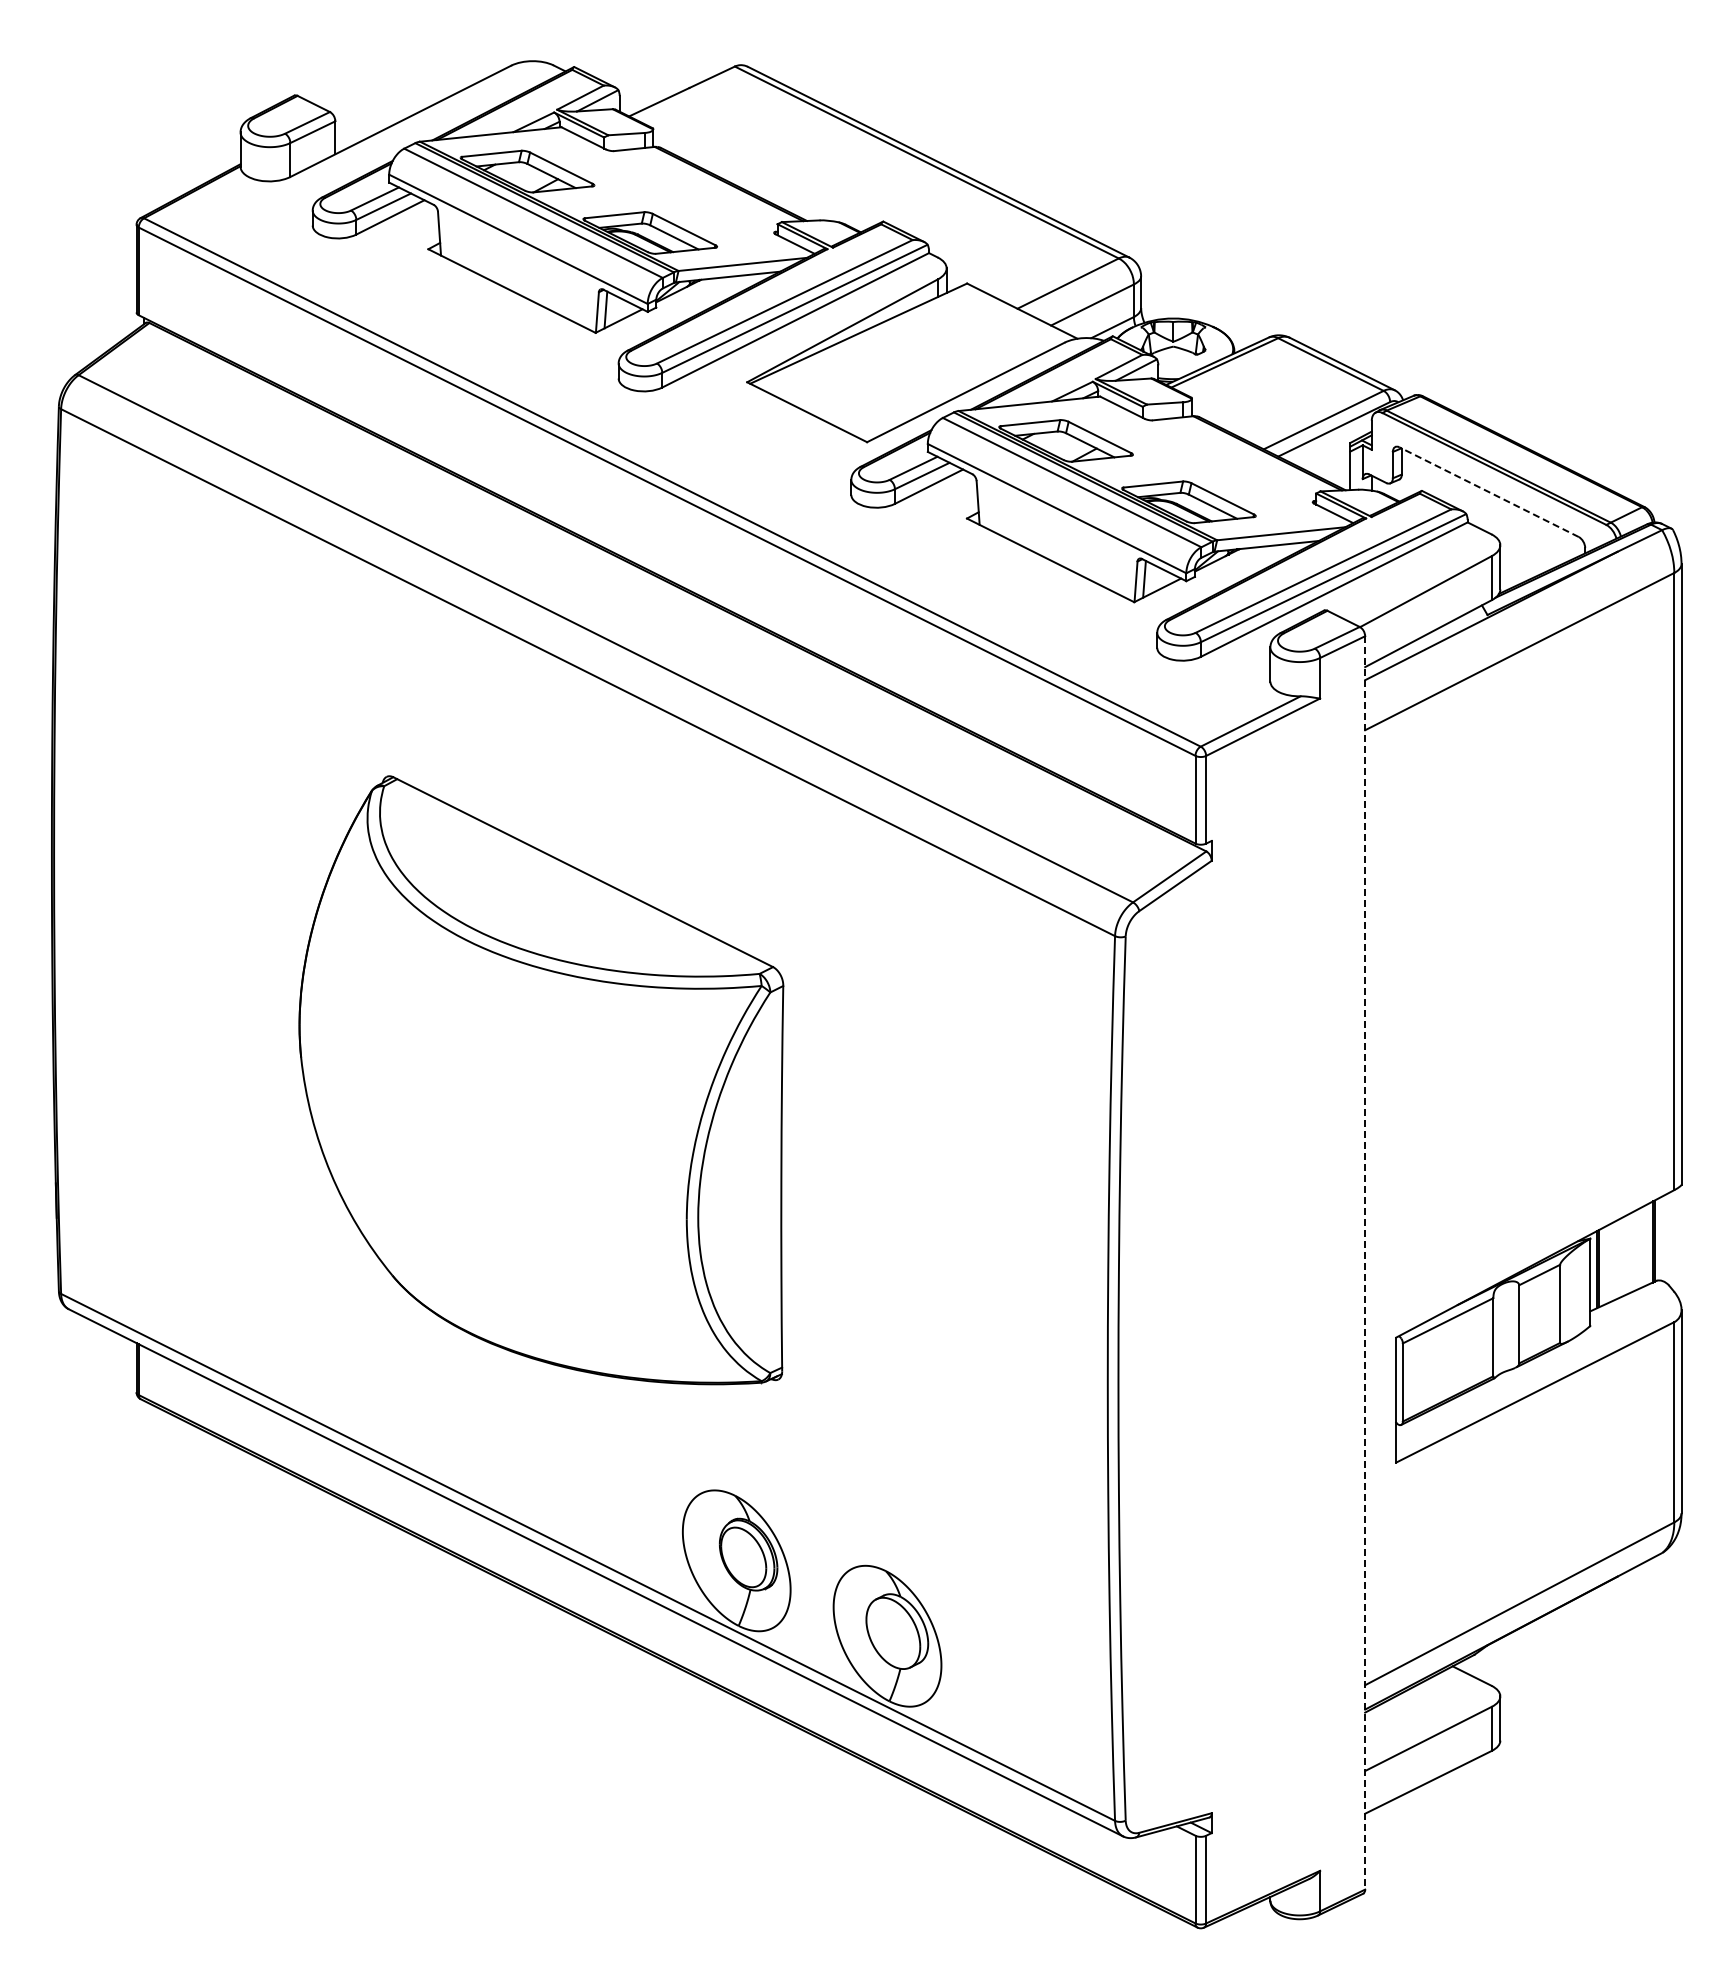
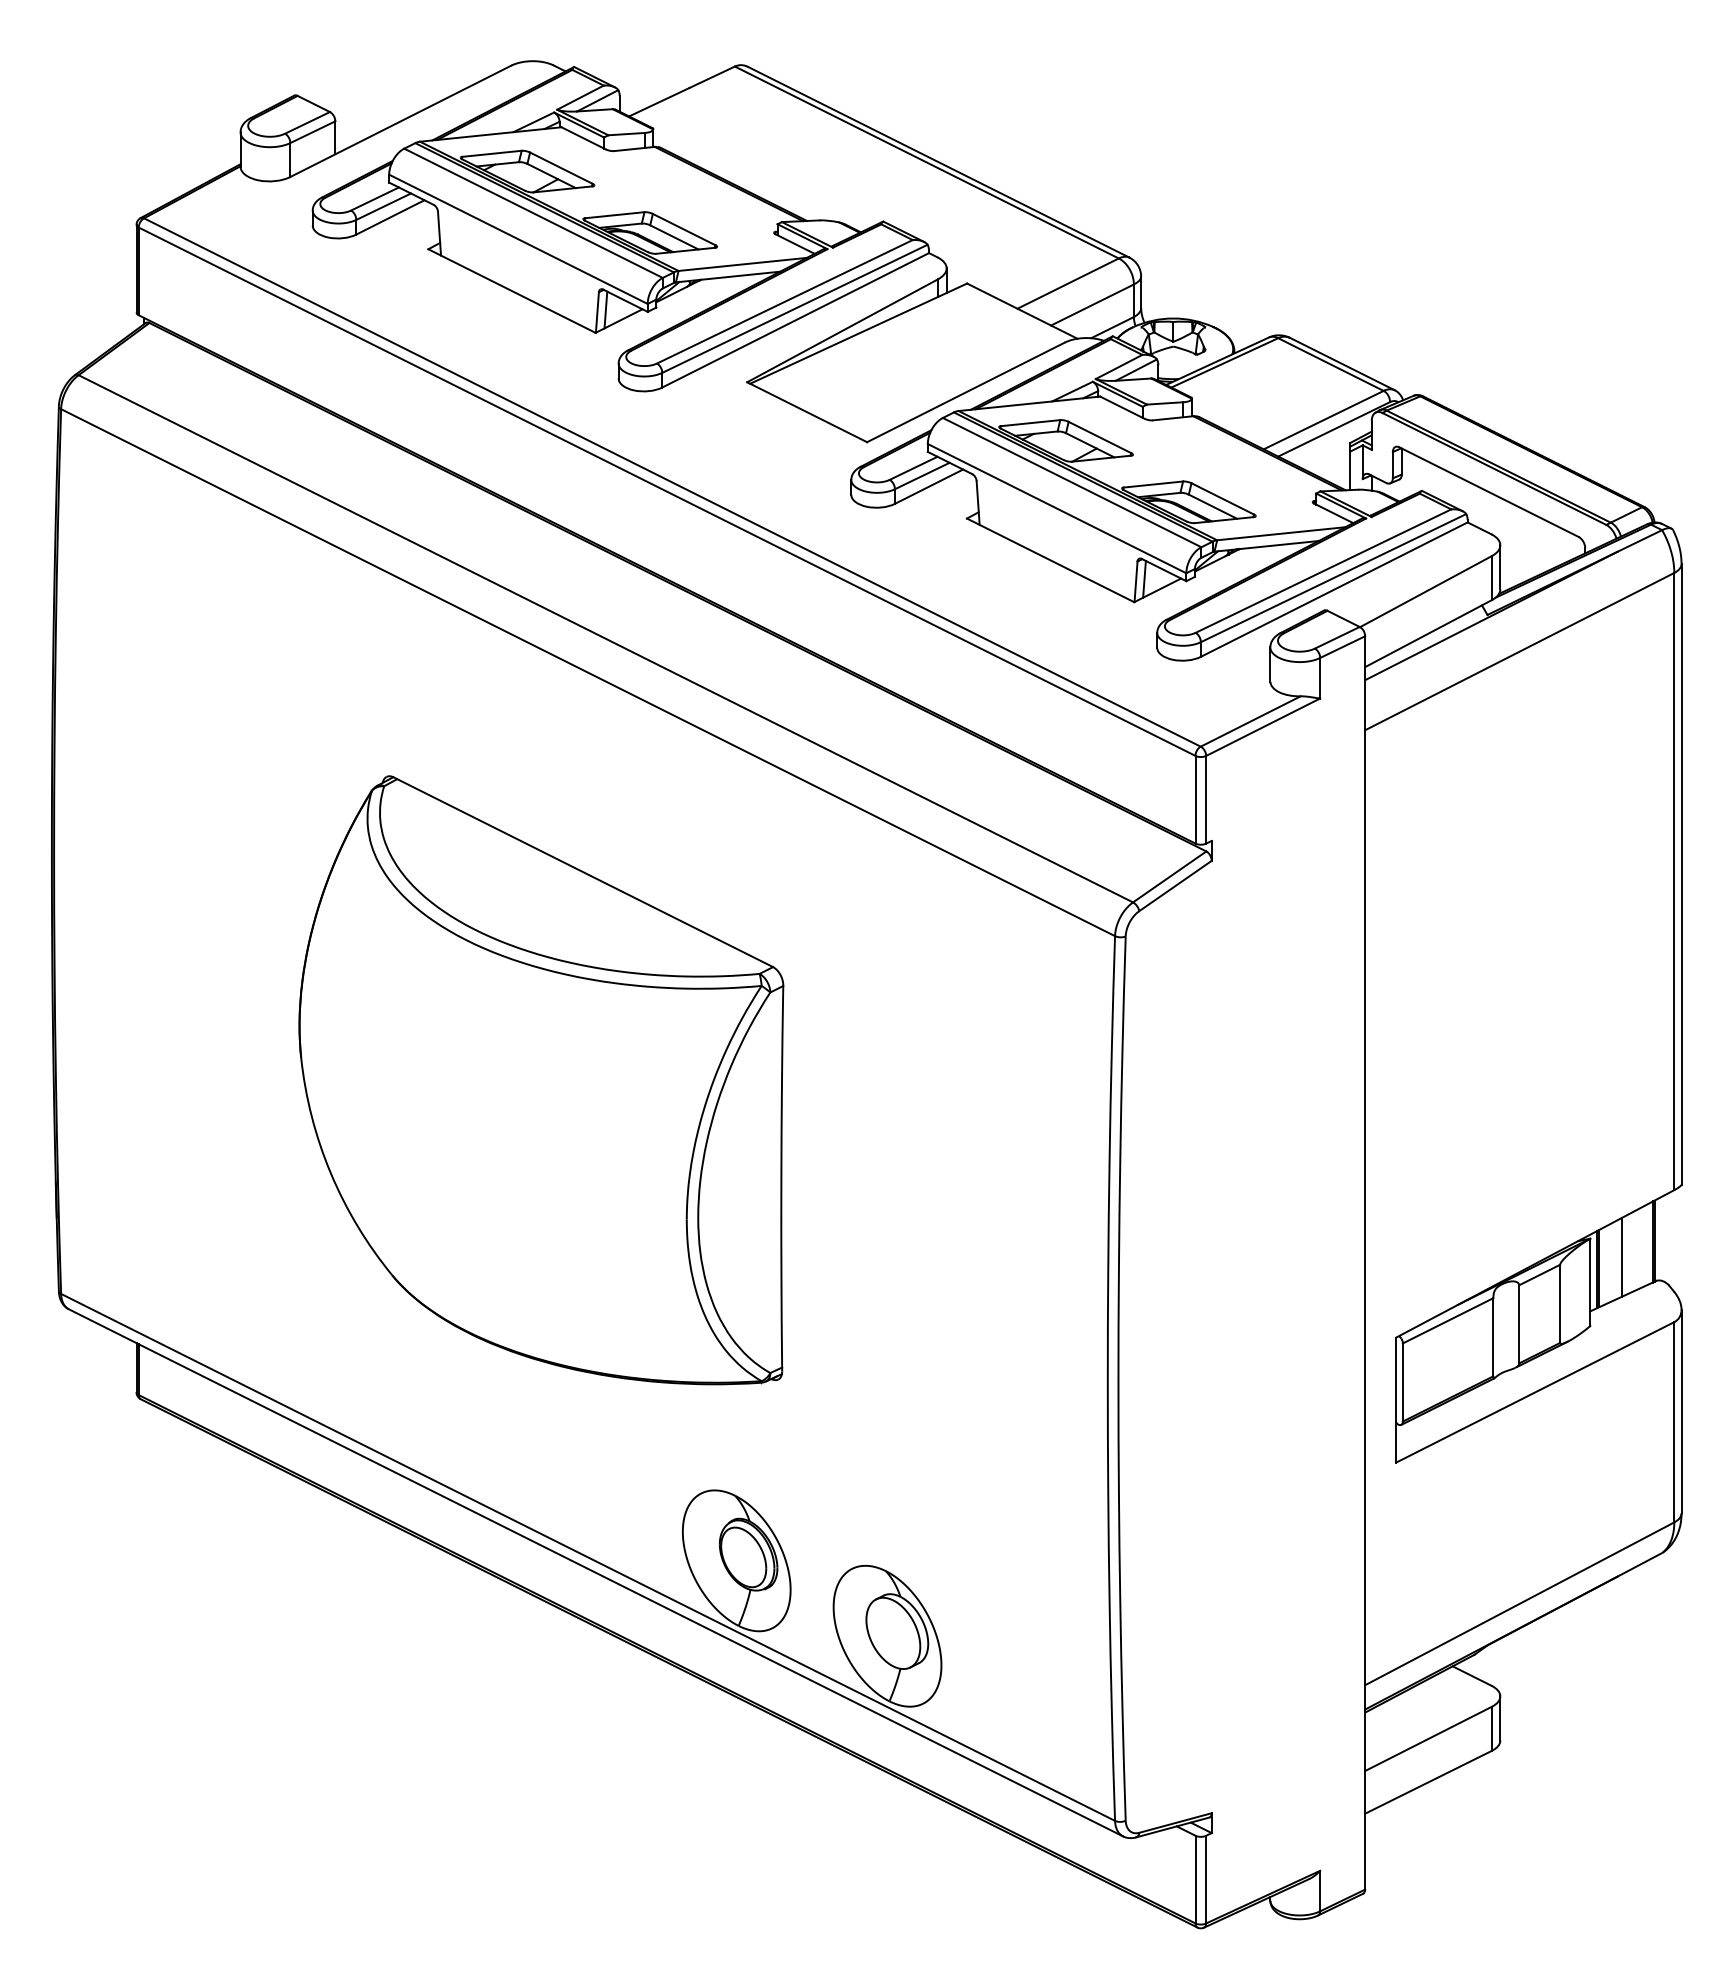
line at (1488, 491): dashed -> solid
line at (1621, 1257): none -> present
line at (1365, 1262): dashed -> solid
